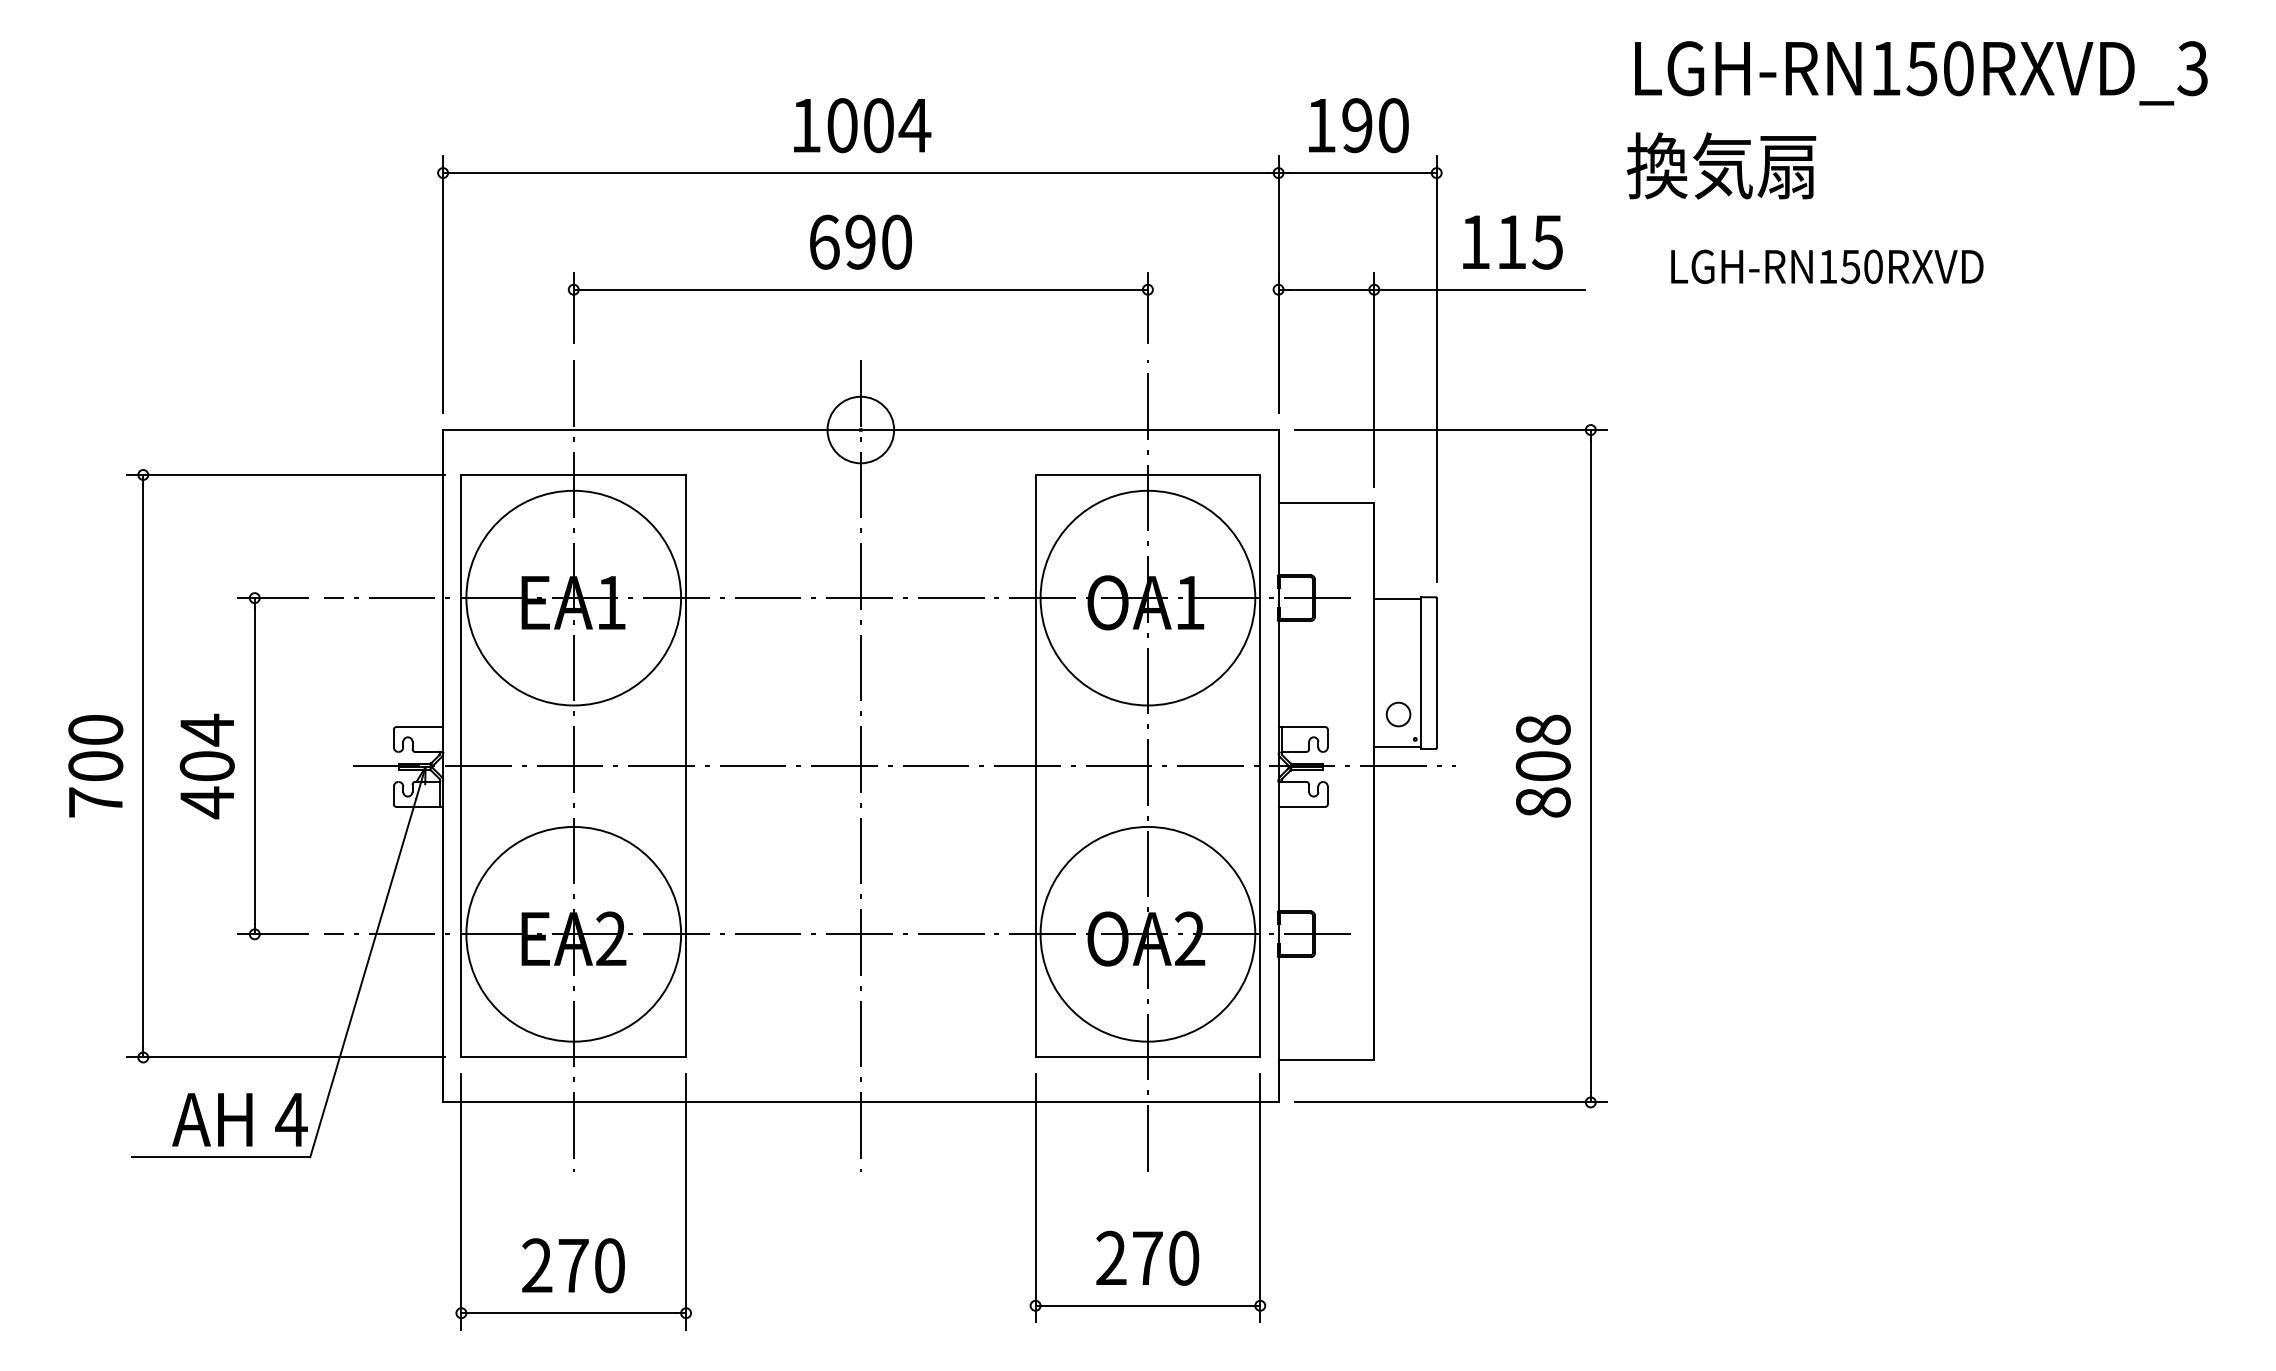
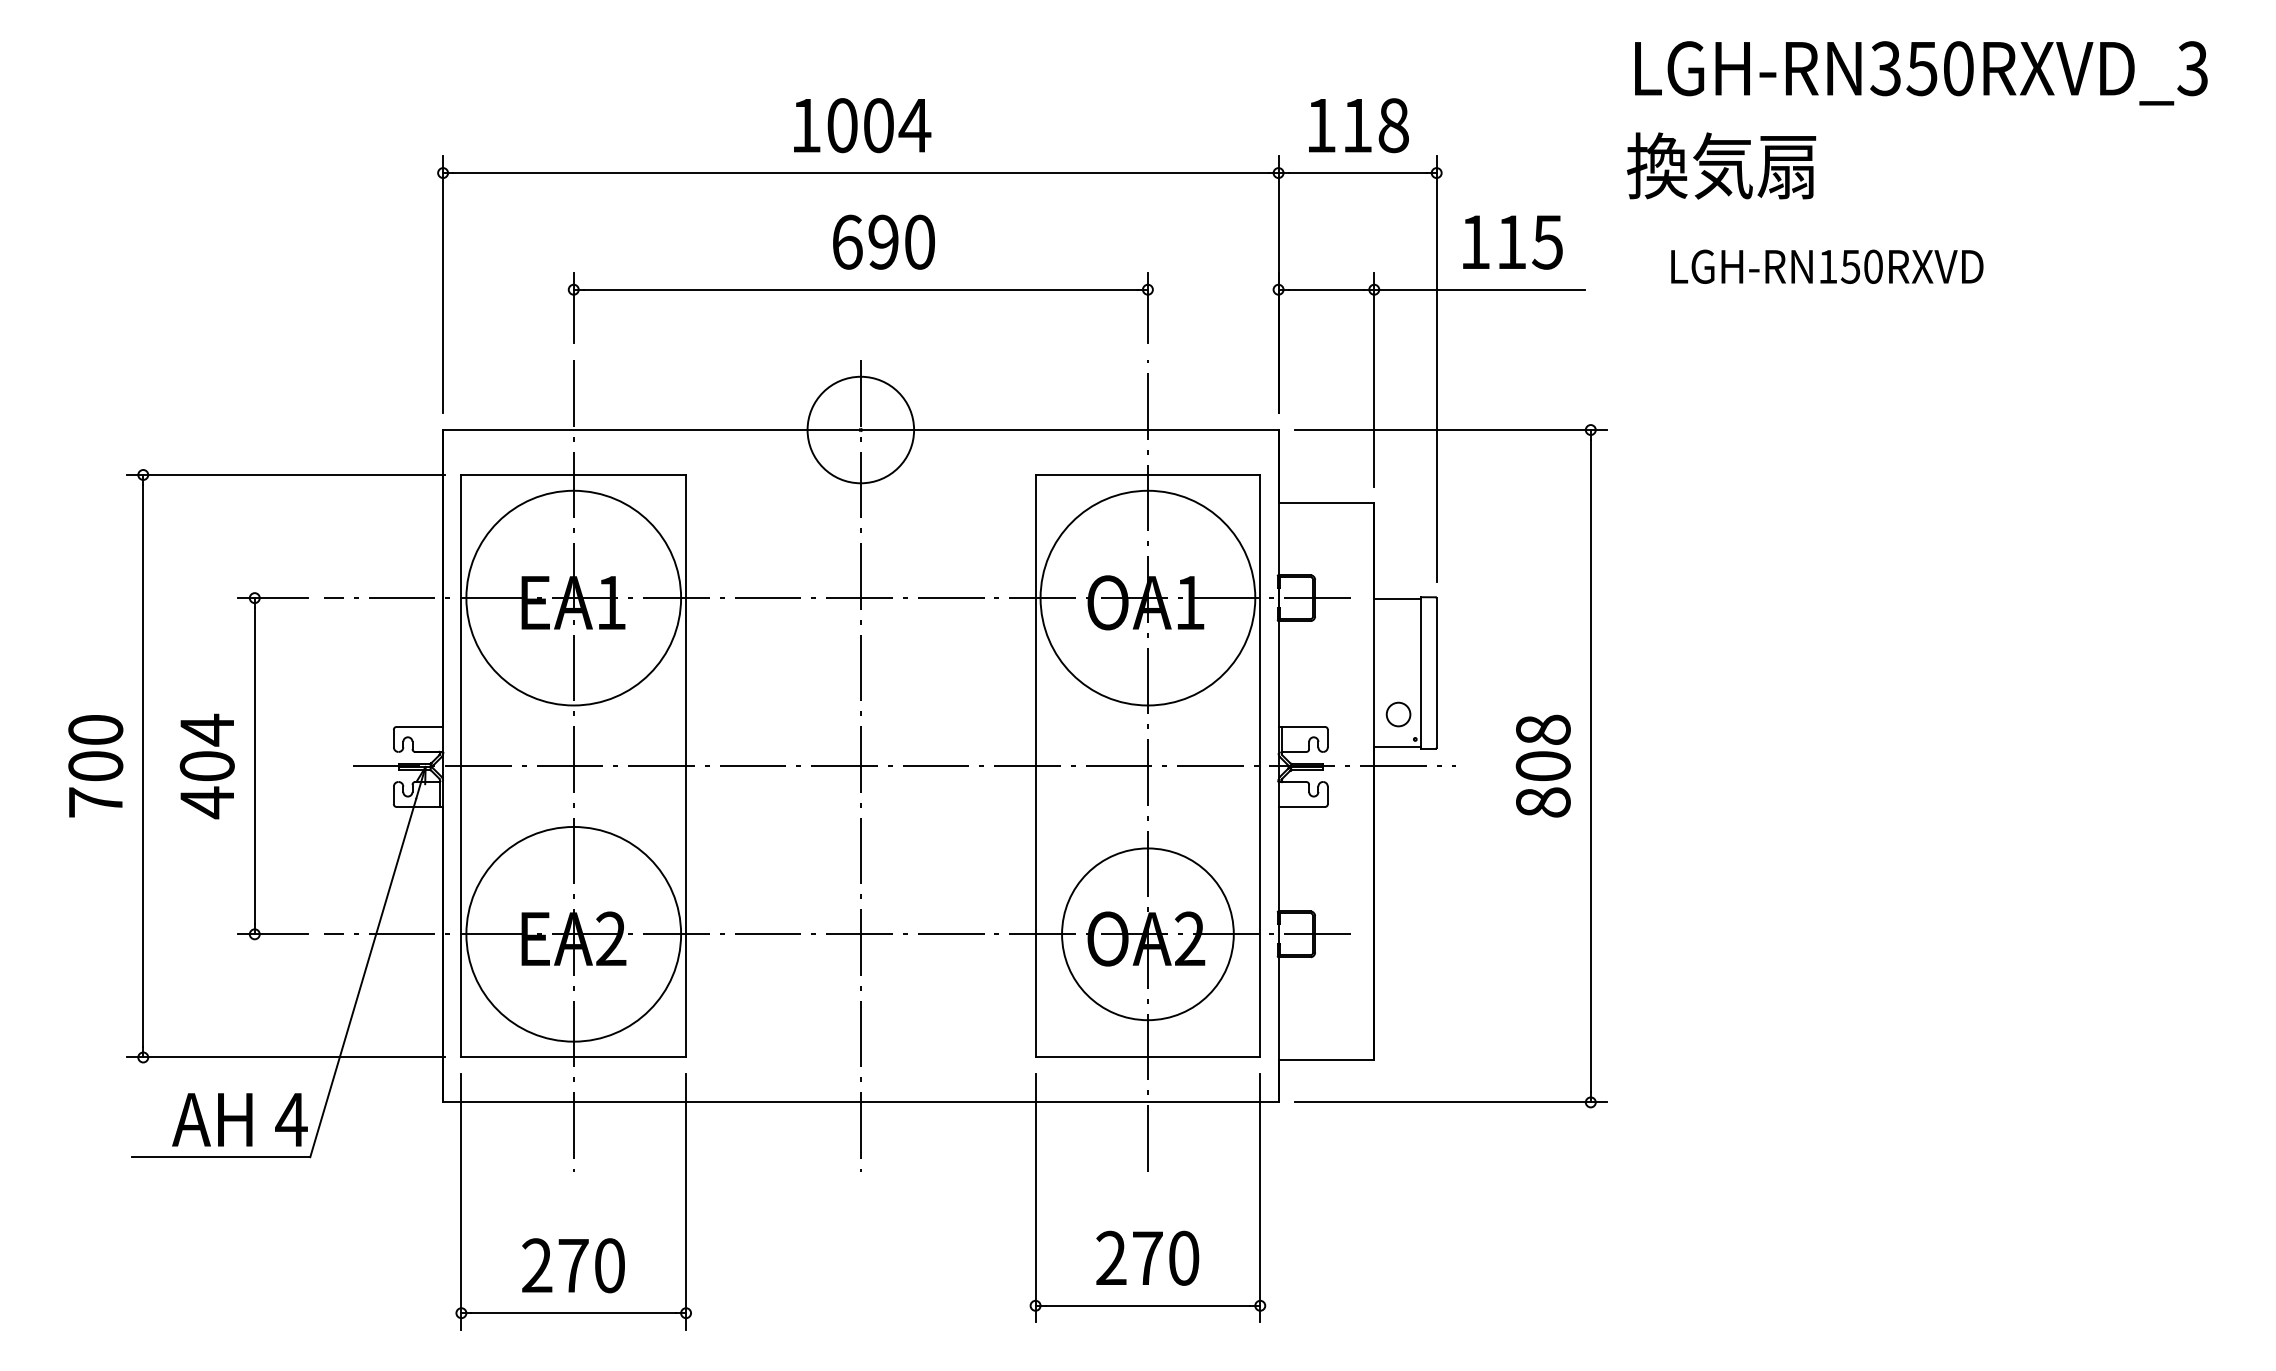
text at (1885, 68): LGH-RN150RXVD_3 -> LGH-RN350RXVD_3
text at (1375, 125): 190 -> 118
text at (860, 241) position: (860, 241) -> (883, 241)
circle at (860, 429) diameter: 67 px -> 107 px
circle at (1147, 933) diameter: 215 px -> 172 px
